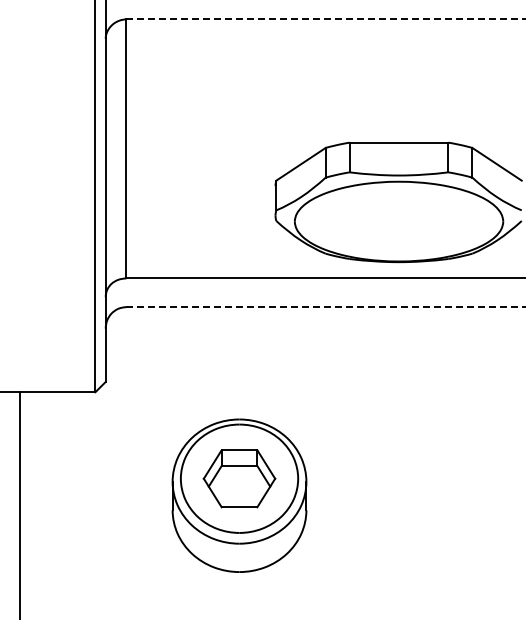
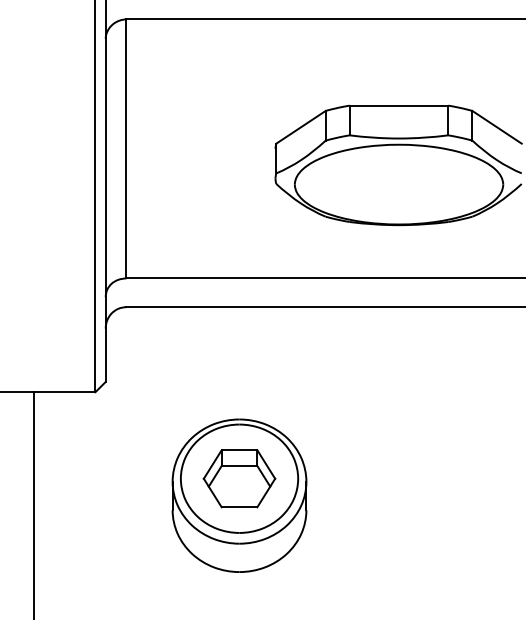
line at (326, 19): dashed -> solid
part at (398, 202) position: (398, 202) -> (398, 165)
line at (326, 307): dashed -> solid
line at (19, 504) position: (19, 504) -> (33, 504)
